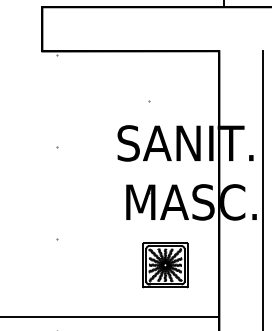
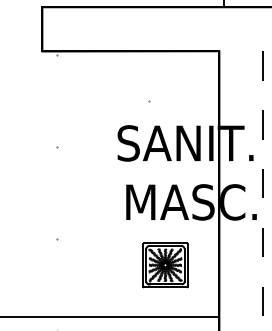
line at (263, 190): solid -> dashed
